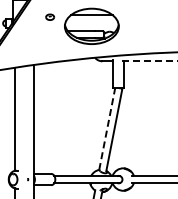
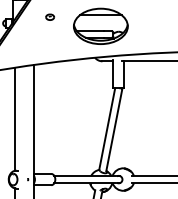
part at (91, 25) position: (91, 25) -> (100, 25)
line at (149, 61): dashed -> solid
line at (107, 129): dashed -> solid
